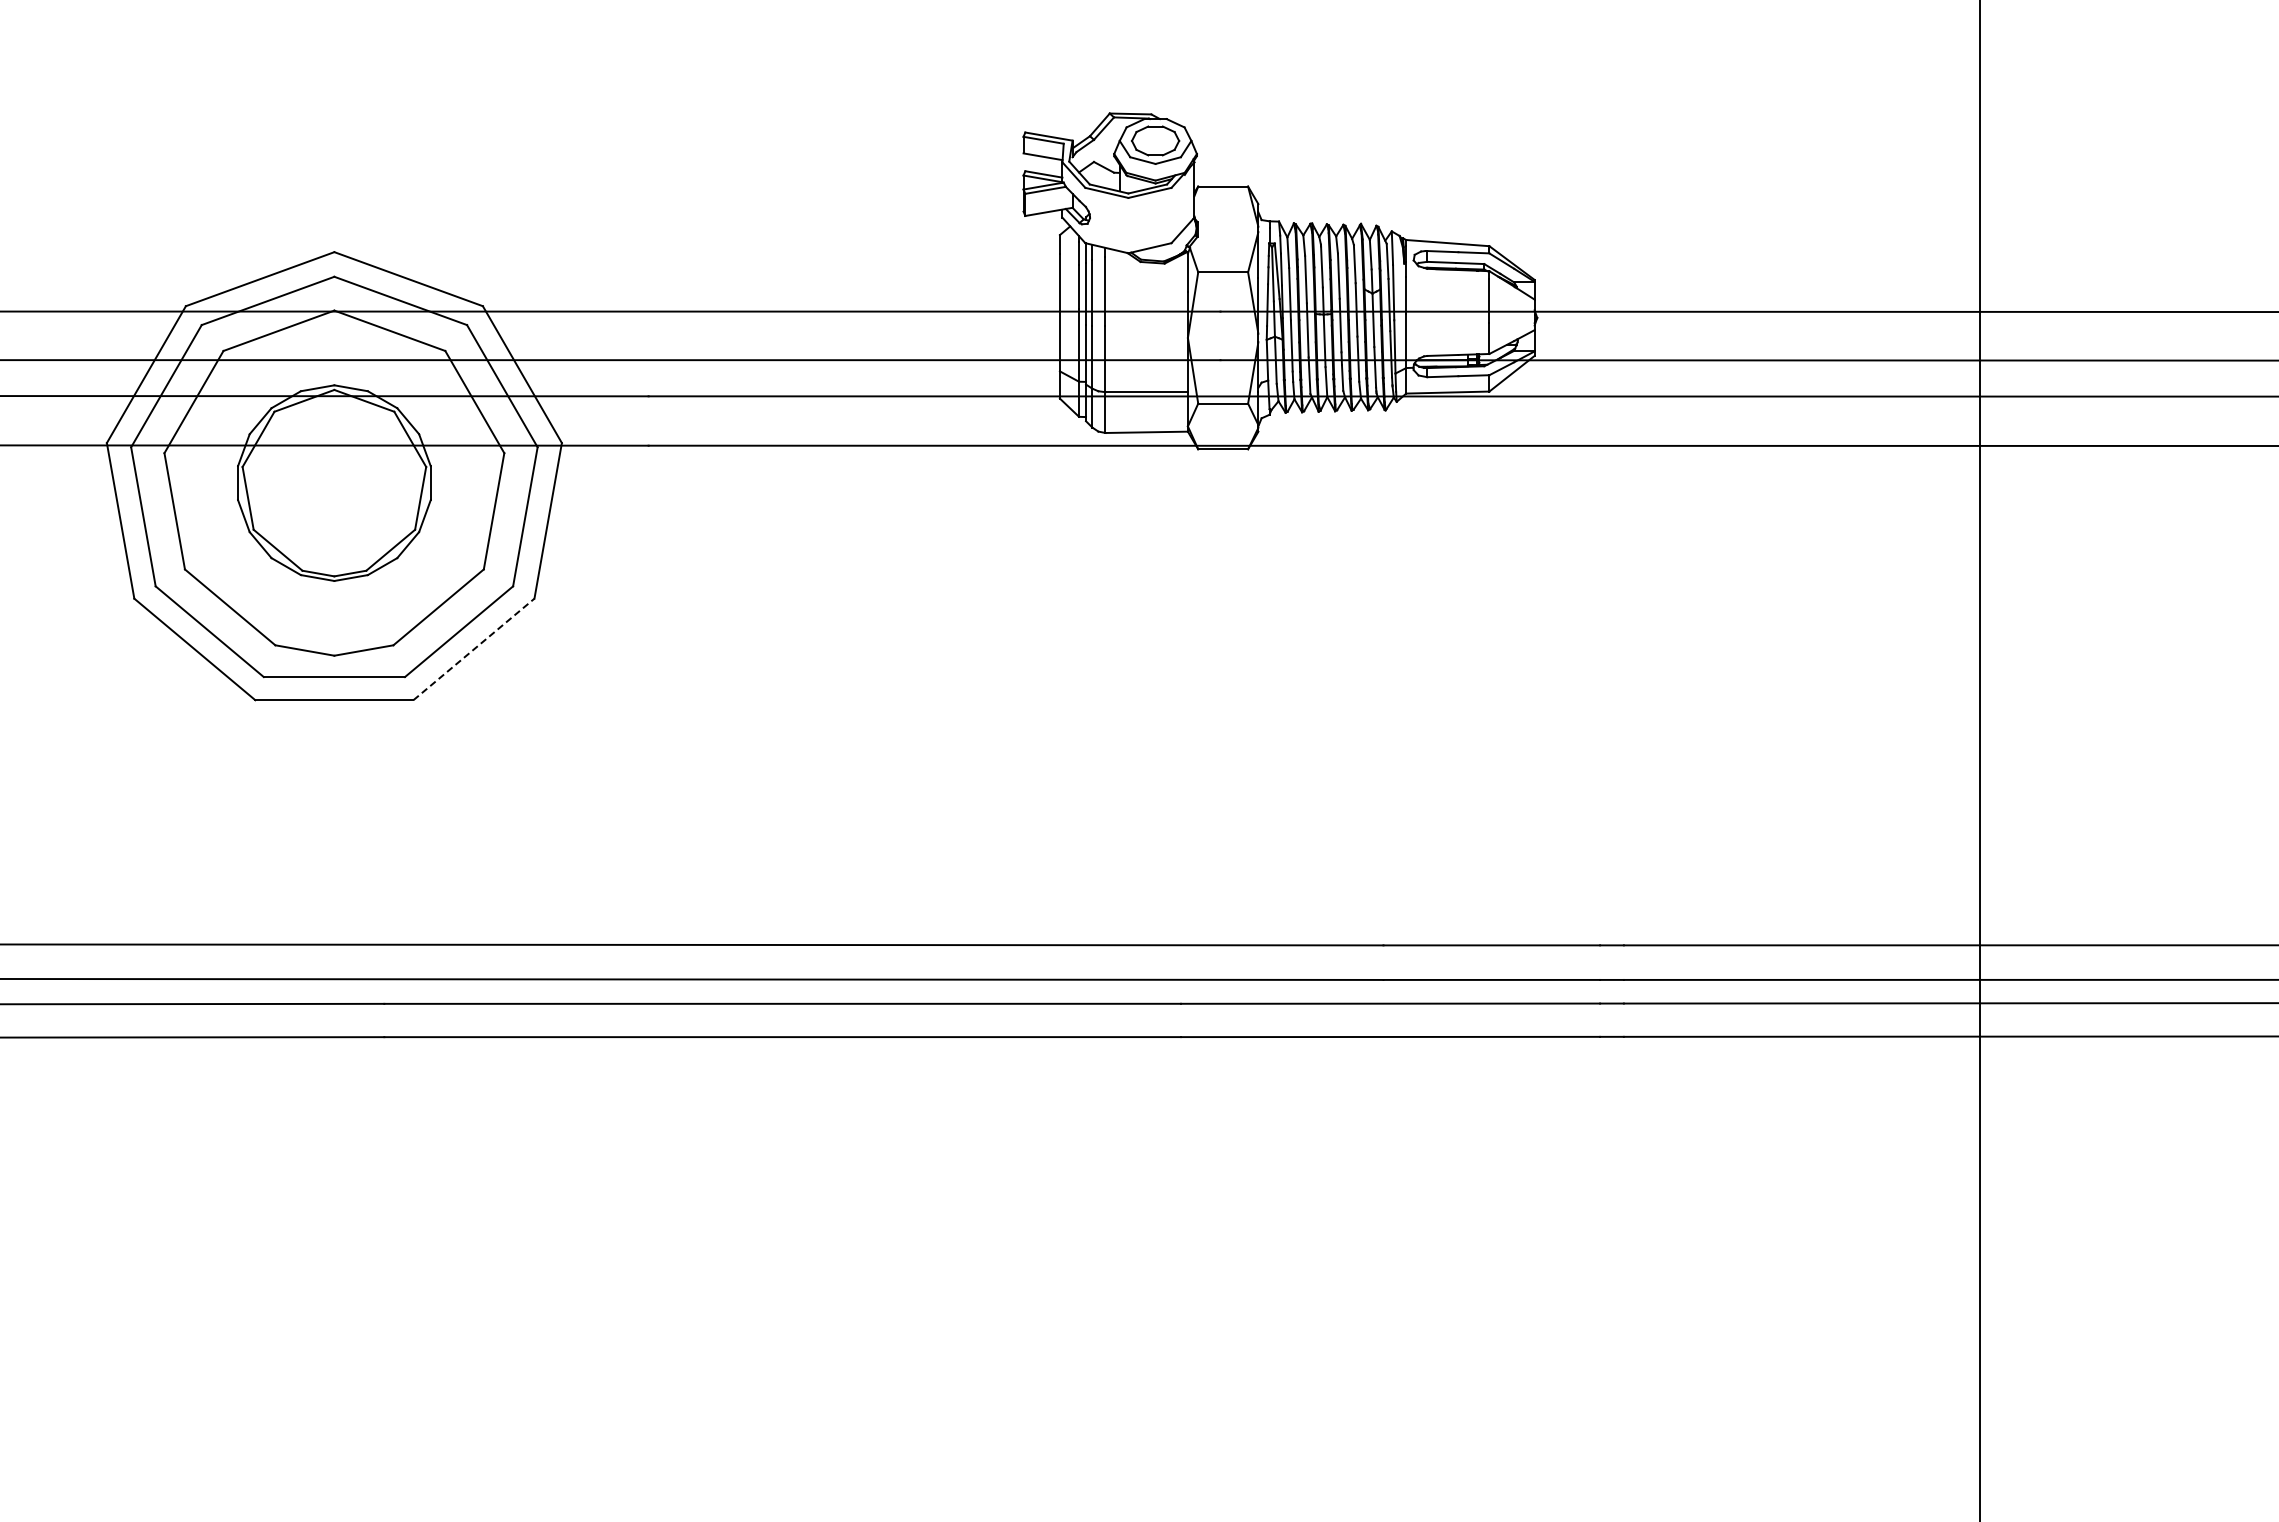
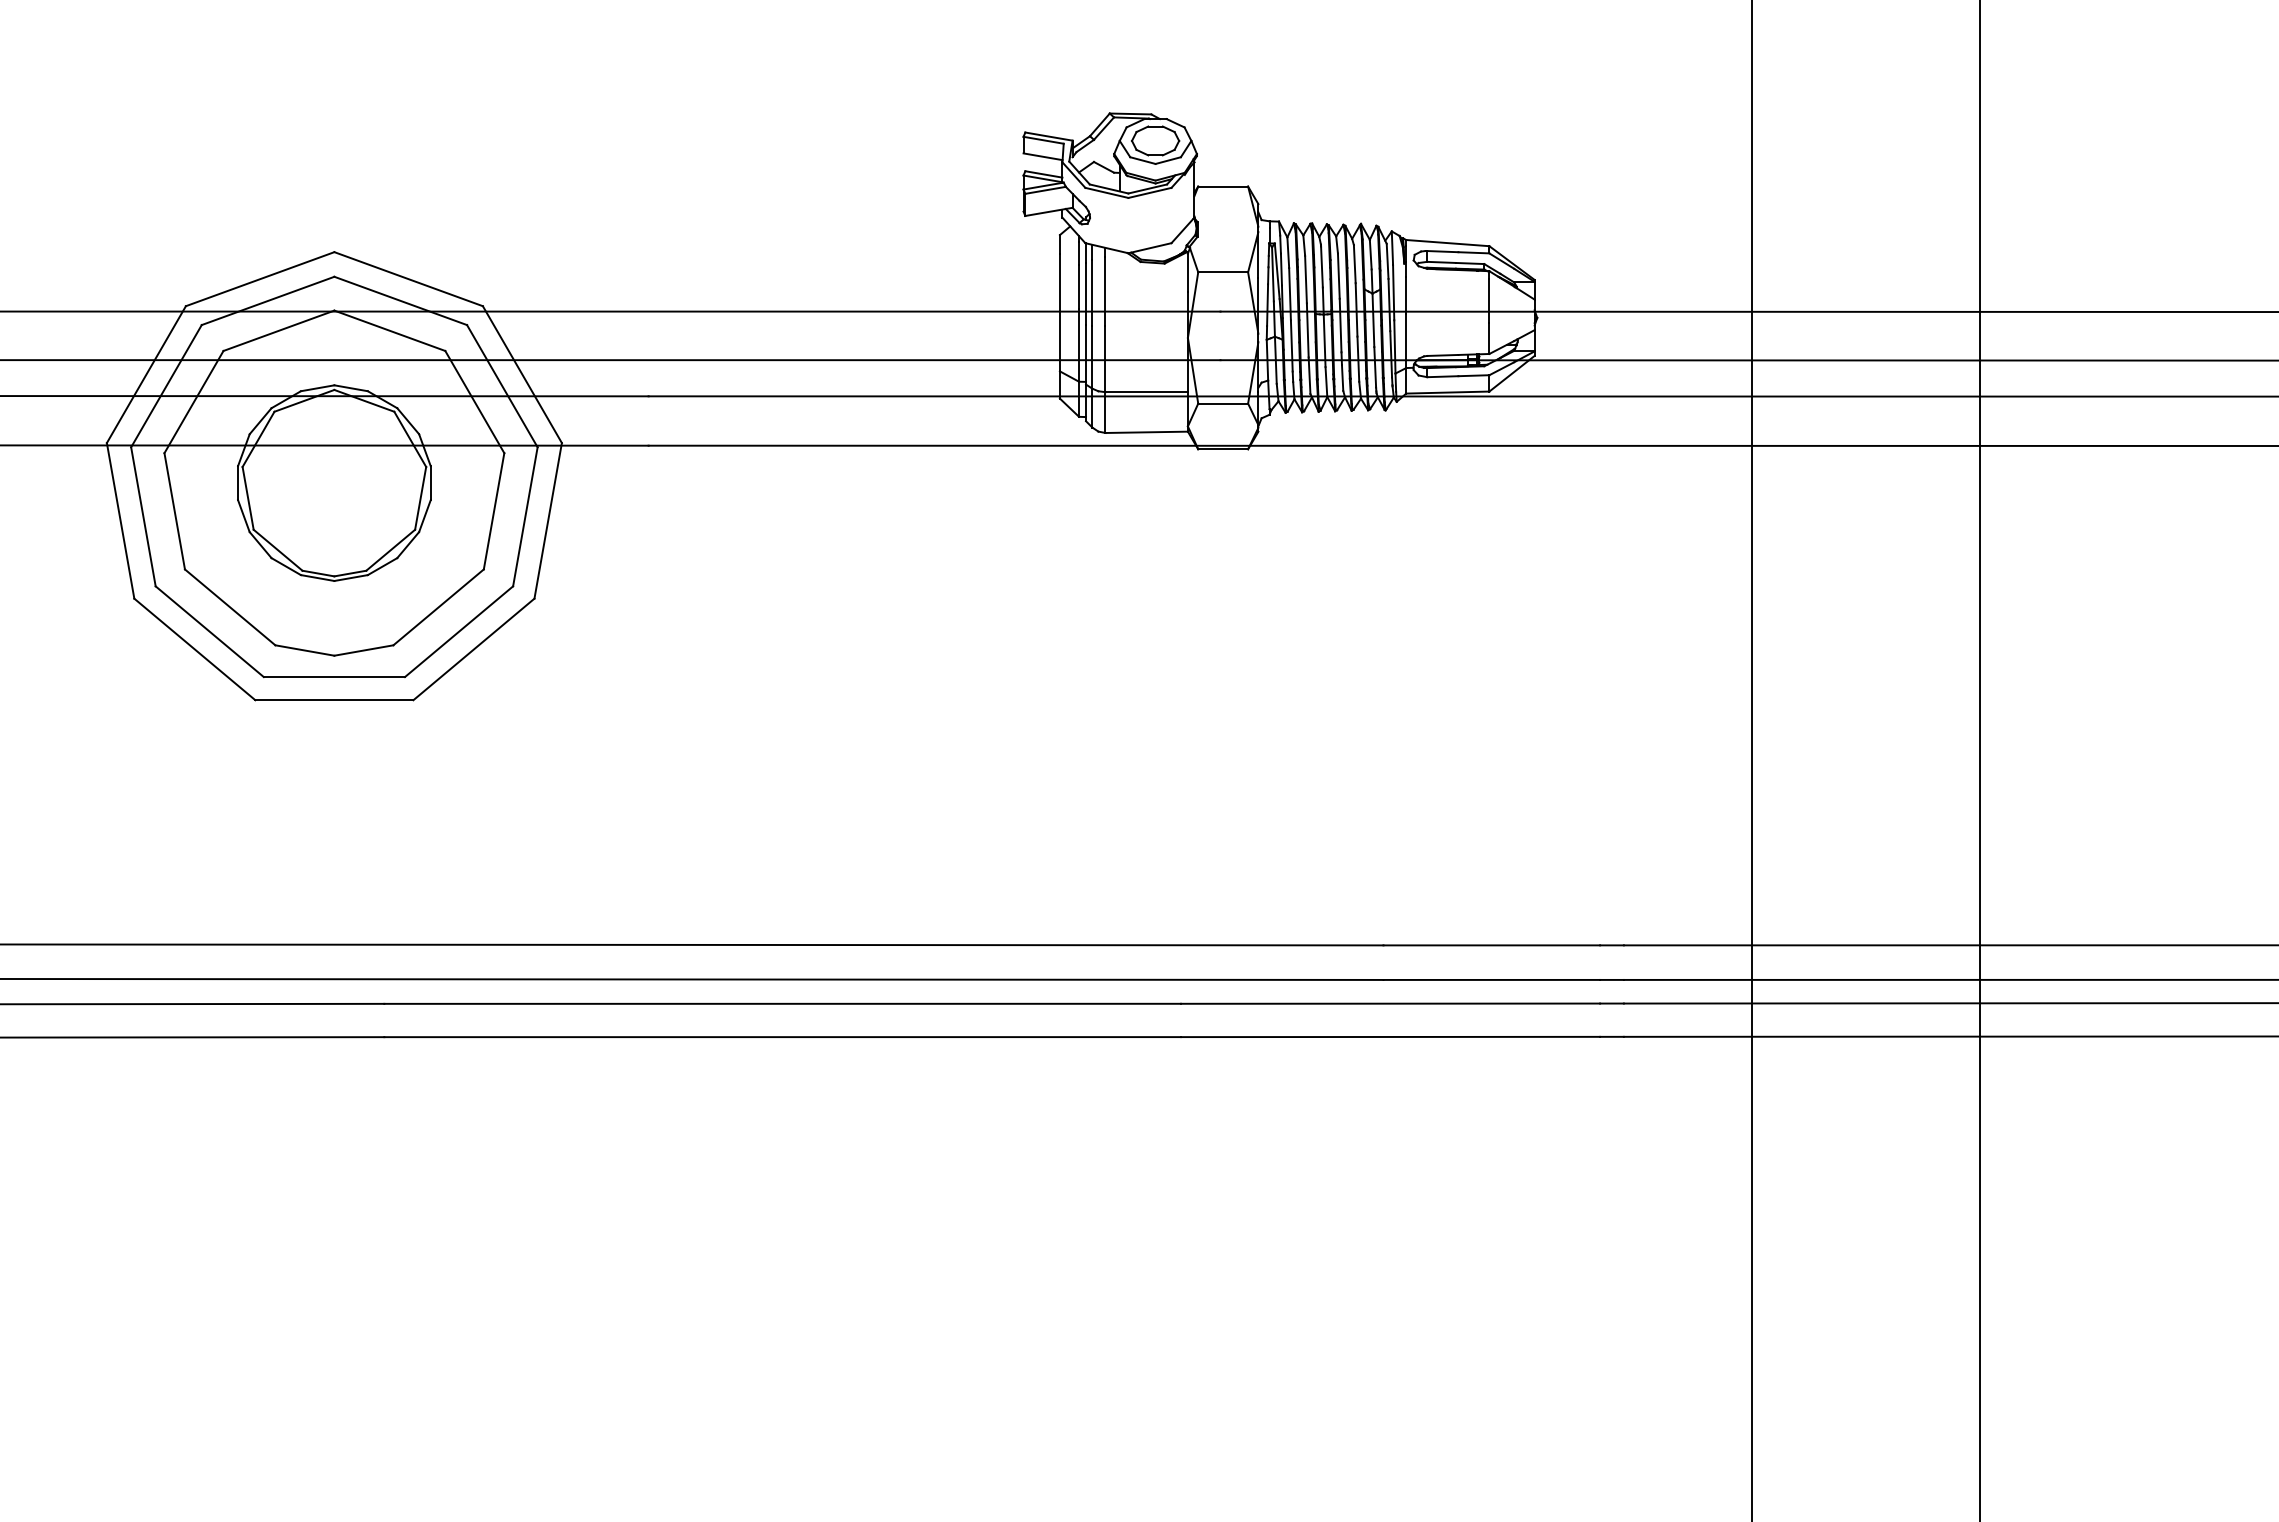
line at (474, 649): dashed -> solid
line at (1752, 760): none -> present
